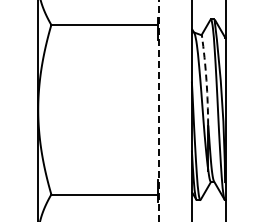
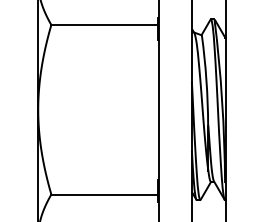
arc at (206, 80): dashed -> solid
line at (159, 111): dashed -> solid
